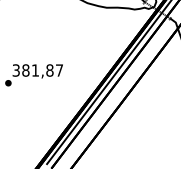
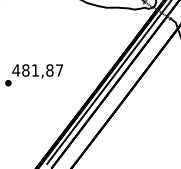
text at (16, 70): 381,87 -> 481,87
